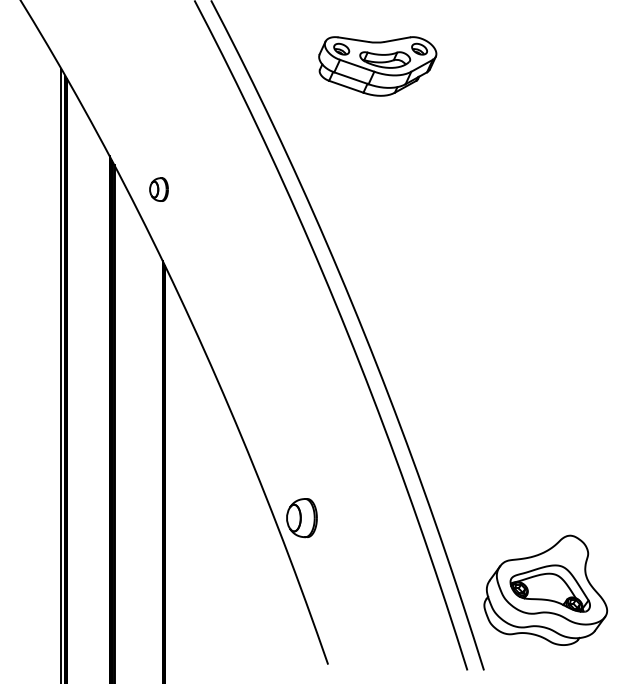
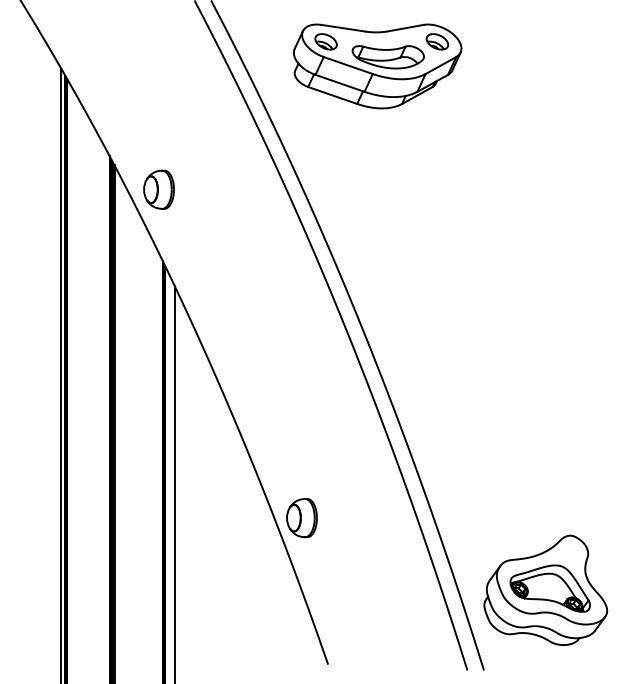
part at (377, 66) size: 120x61 px -> 170x87 px
part at (158, 189) size: 20x25 px -> 32x41 px
line at (174, 483): none -> present
